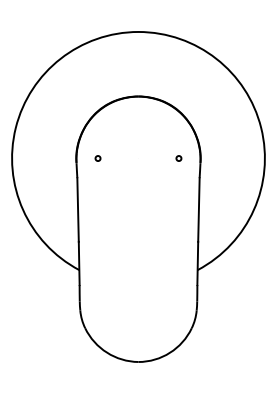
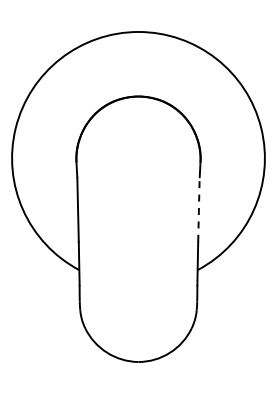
circle at (97, 158): present -> none
circle at (178, 158): present -> none
line at (198, 210): solid -> dashed
